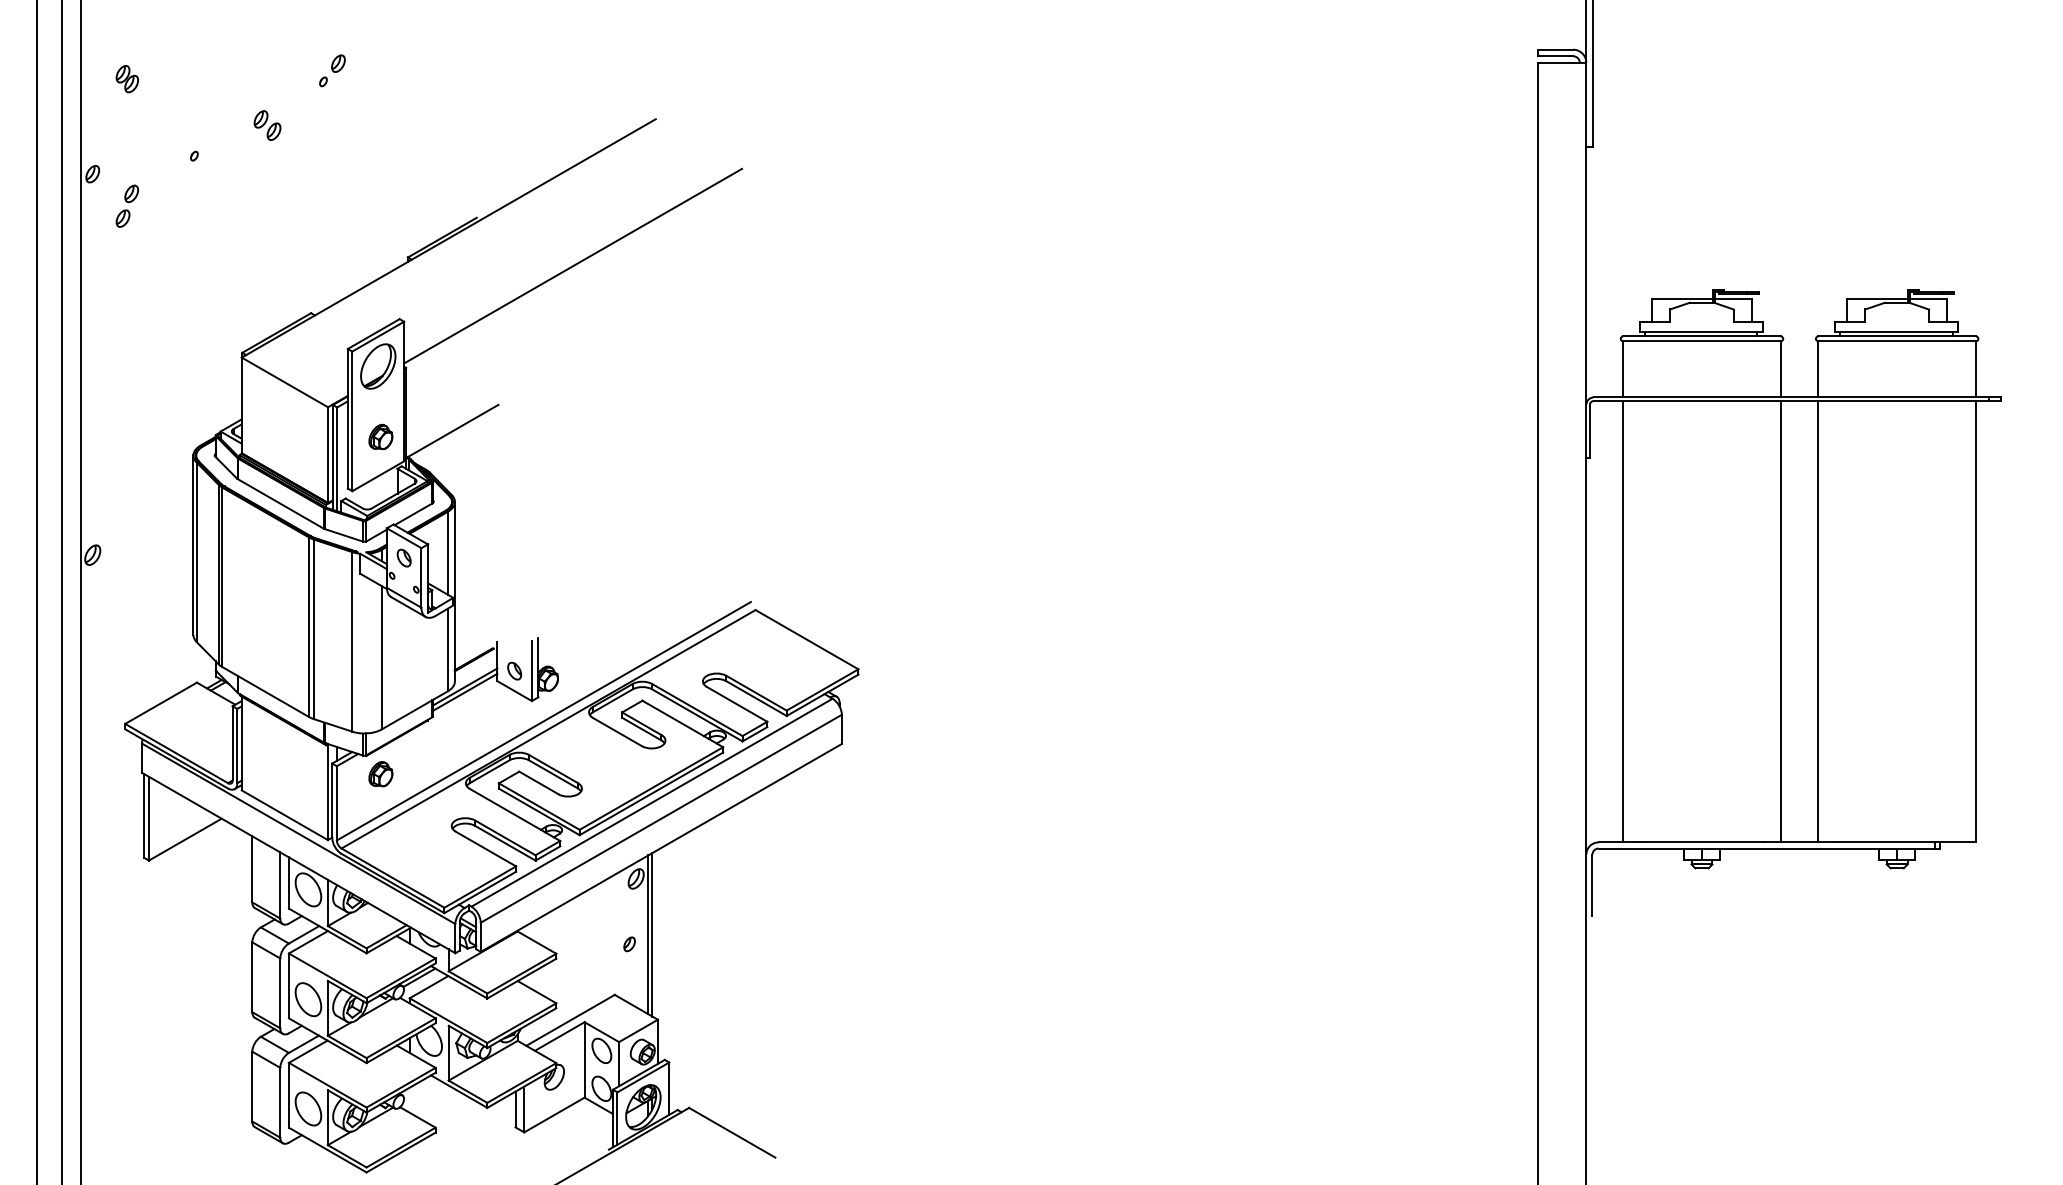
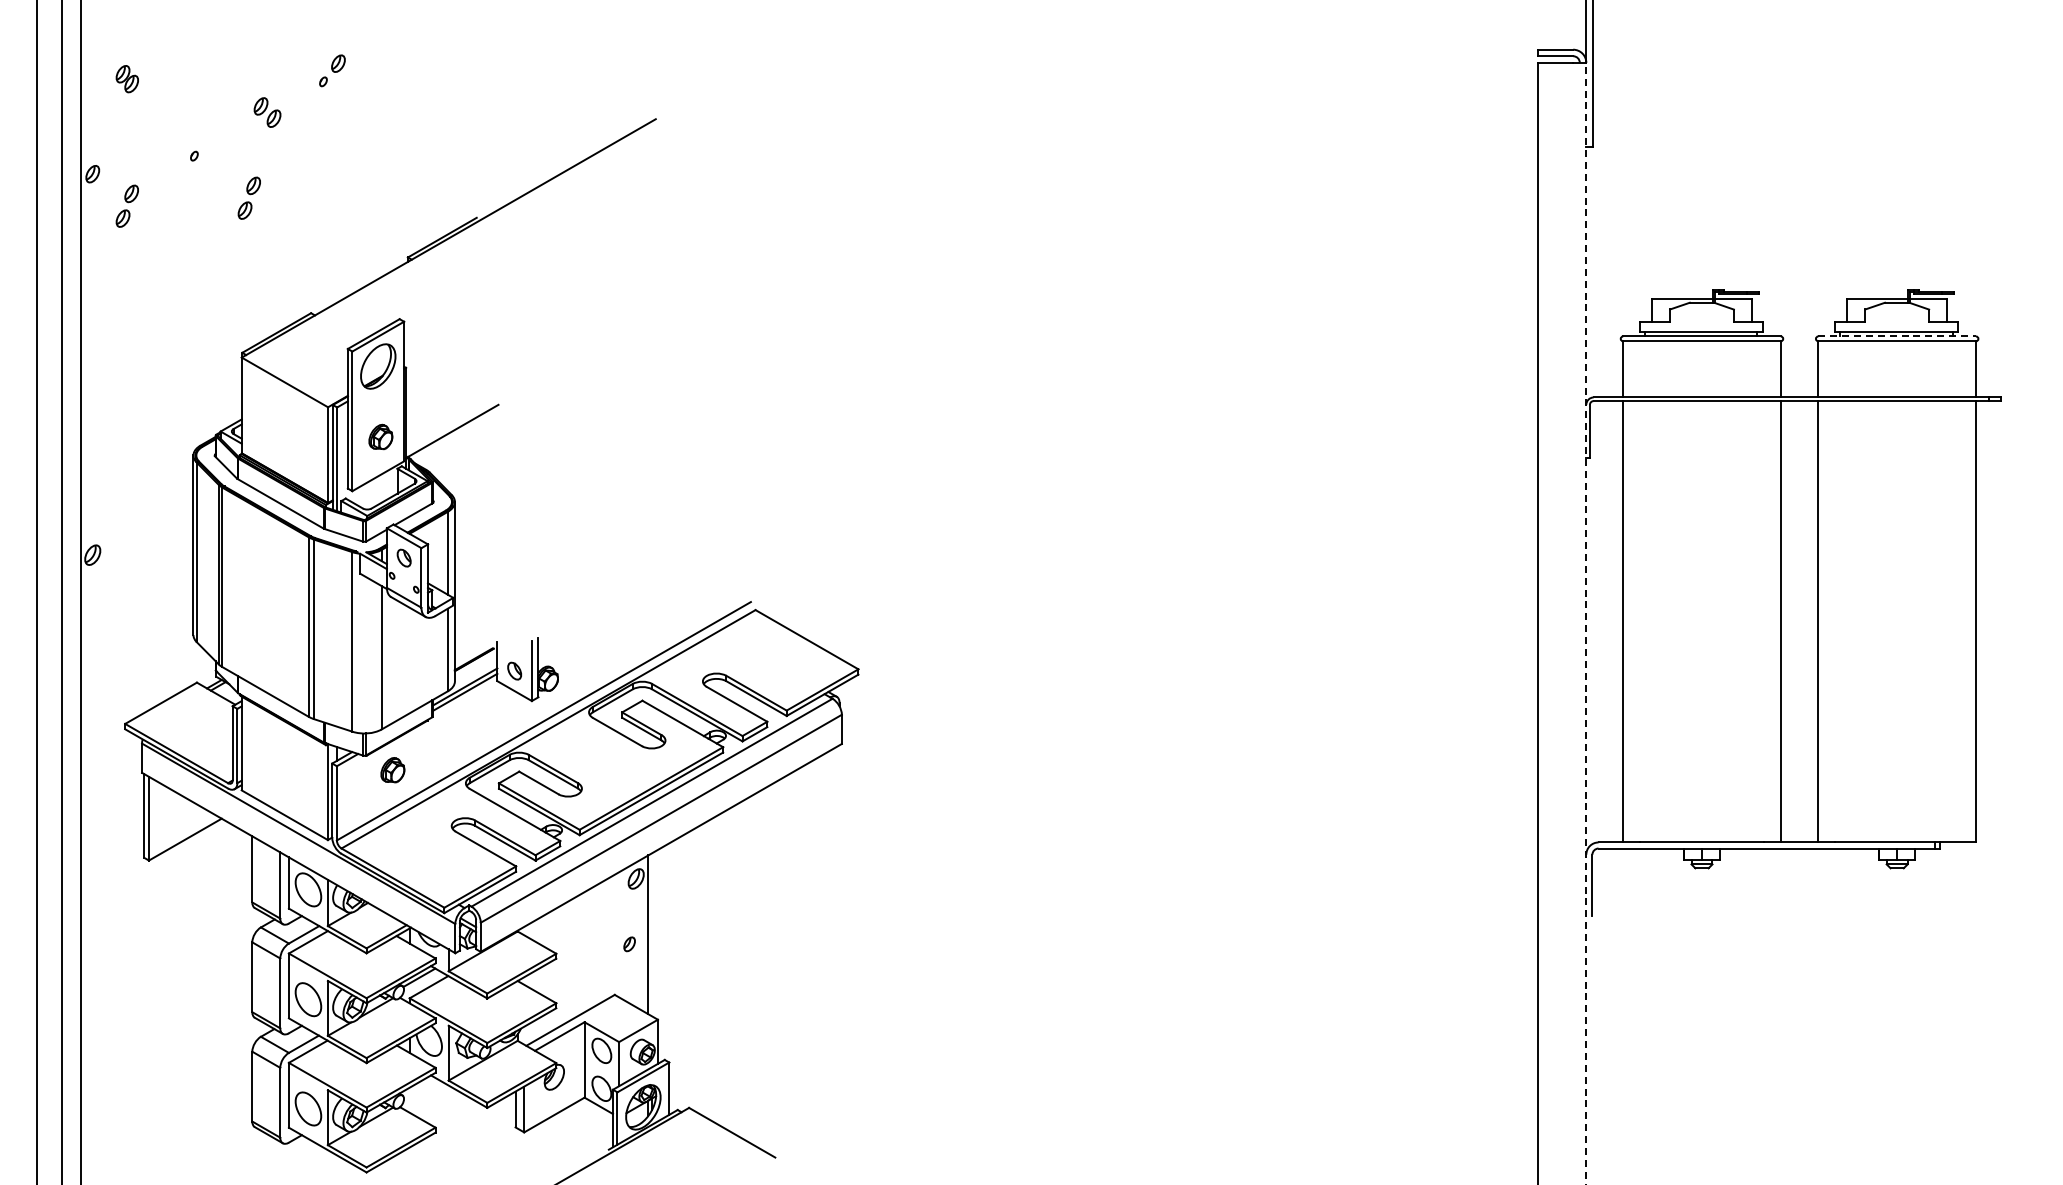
part at (267, 125) position: (267, 125) -> (267, 112)
part at (248, 197): none -> present
line at (573, 265): present -> none
line at (1897, 336): solid -> dashed
line at (1586, 623): solid -> dashed
part at (380, 774) position: (380, 774) -> (392, 770)
line at (652, 934): present -> none
